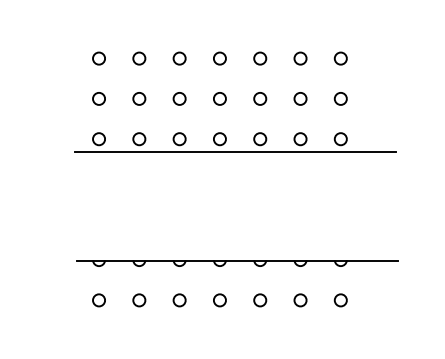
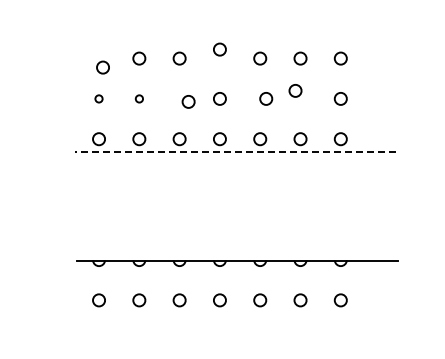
circle at (98, 58) position: (98, 58) -> (102, 67)
circle at (219, 58) position: (219, 58) -> (219, 49)
circle at (98, 98) size: 14x14 px -> 10x10 px
circle at (139, 98) size: 15x14 px -> 10x10 px
circle at (179, 98) position: (179, 98) -> (188, 101)
circle at (260, 98) position: (260, 98) -> (266, 98)
circle at (300, 98) position: (300, 98) -> (295, 90)
line at (235, 151): solid -> dashed
